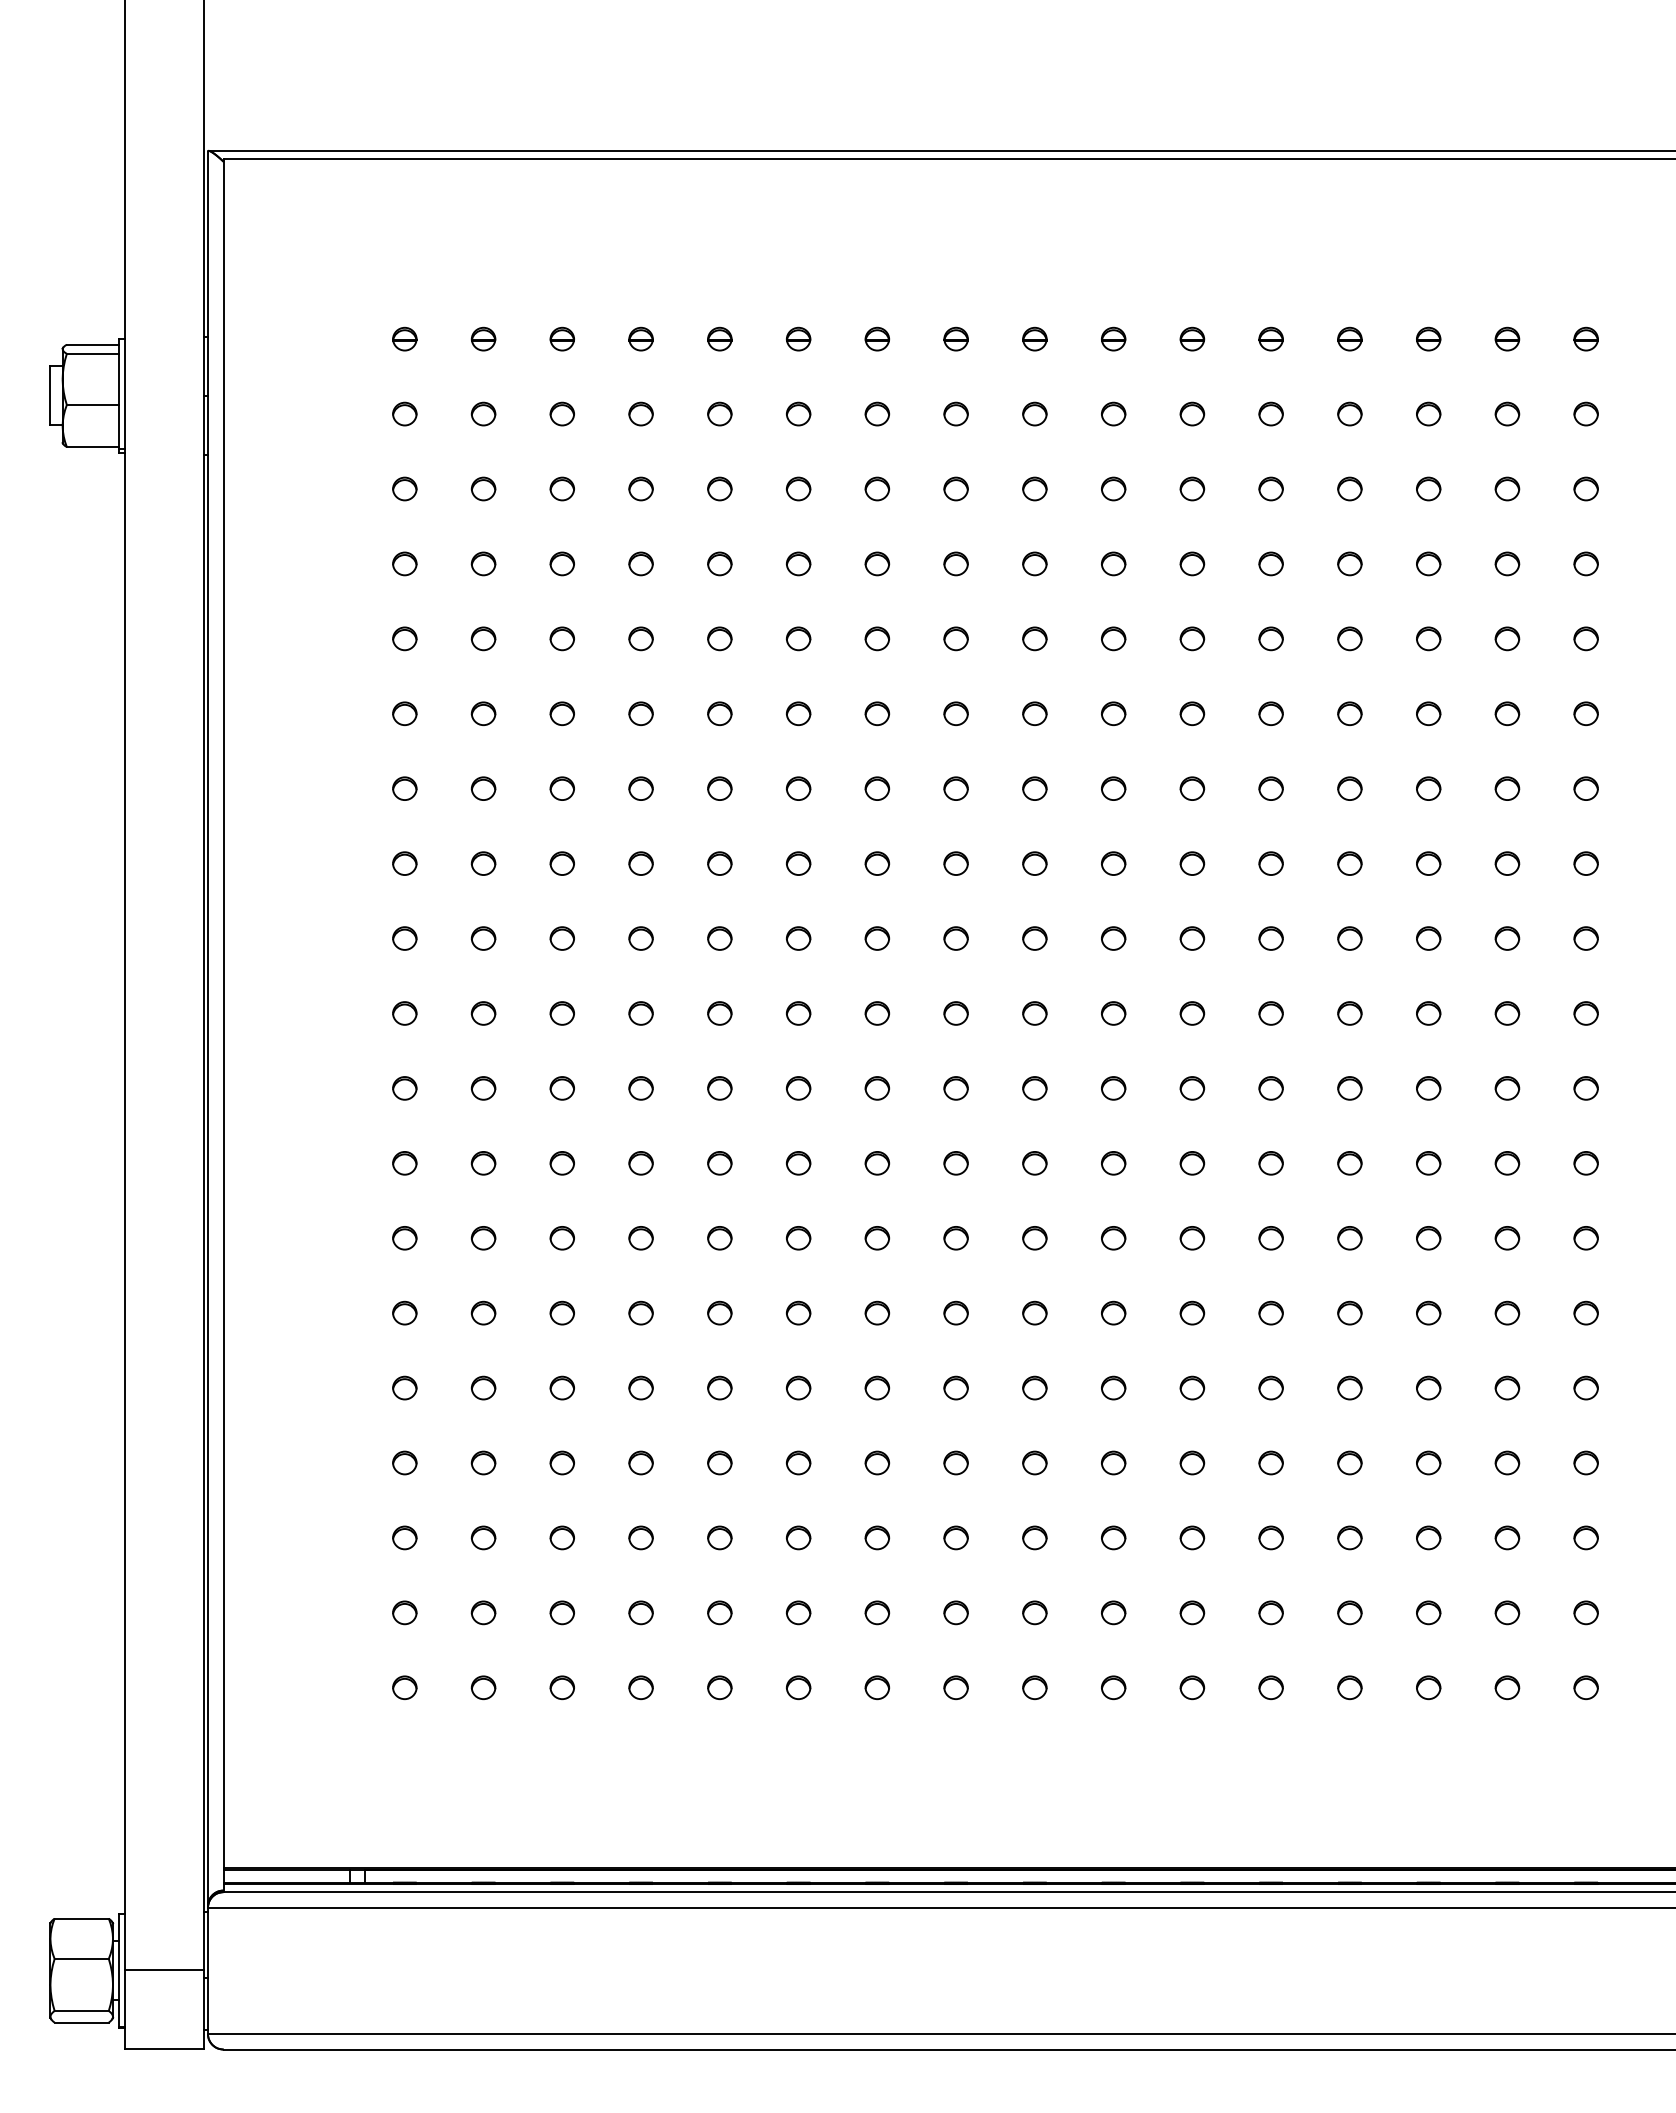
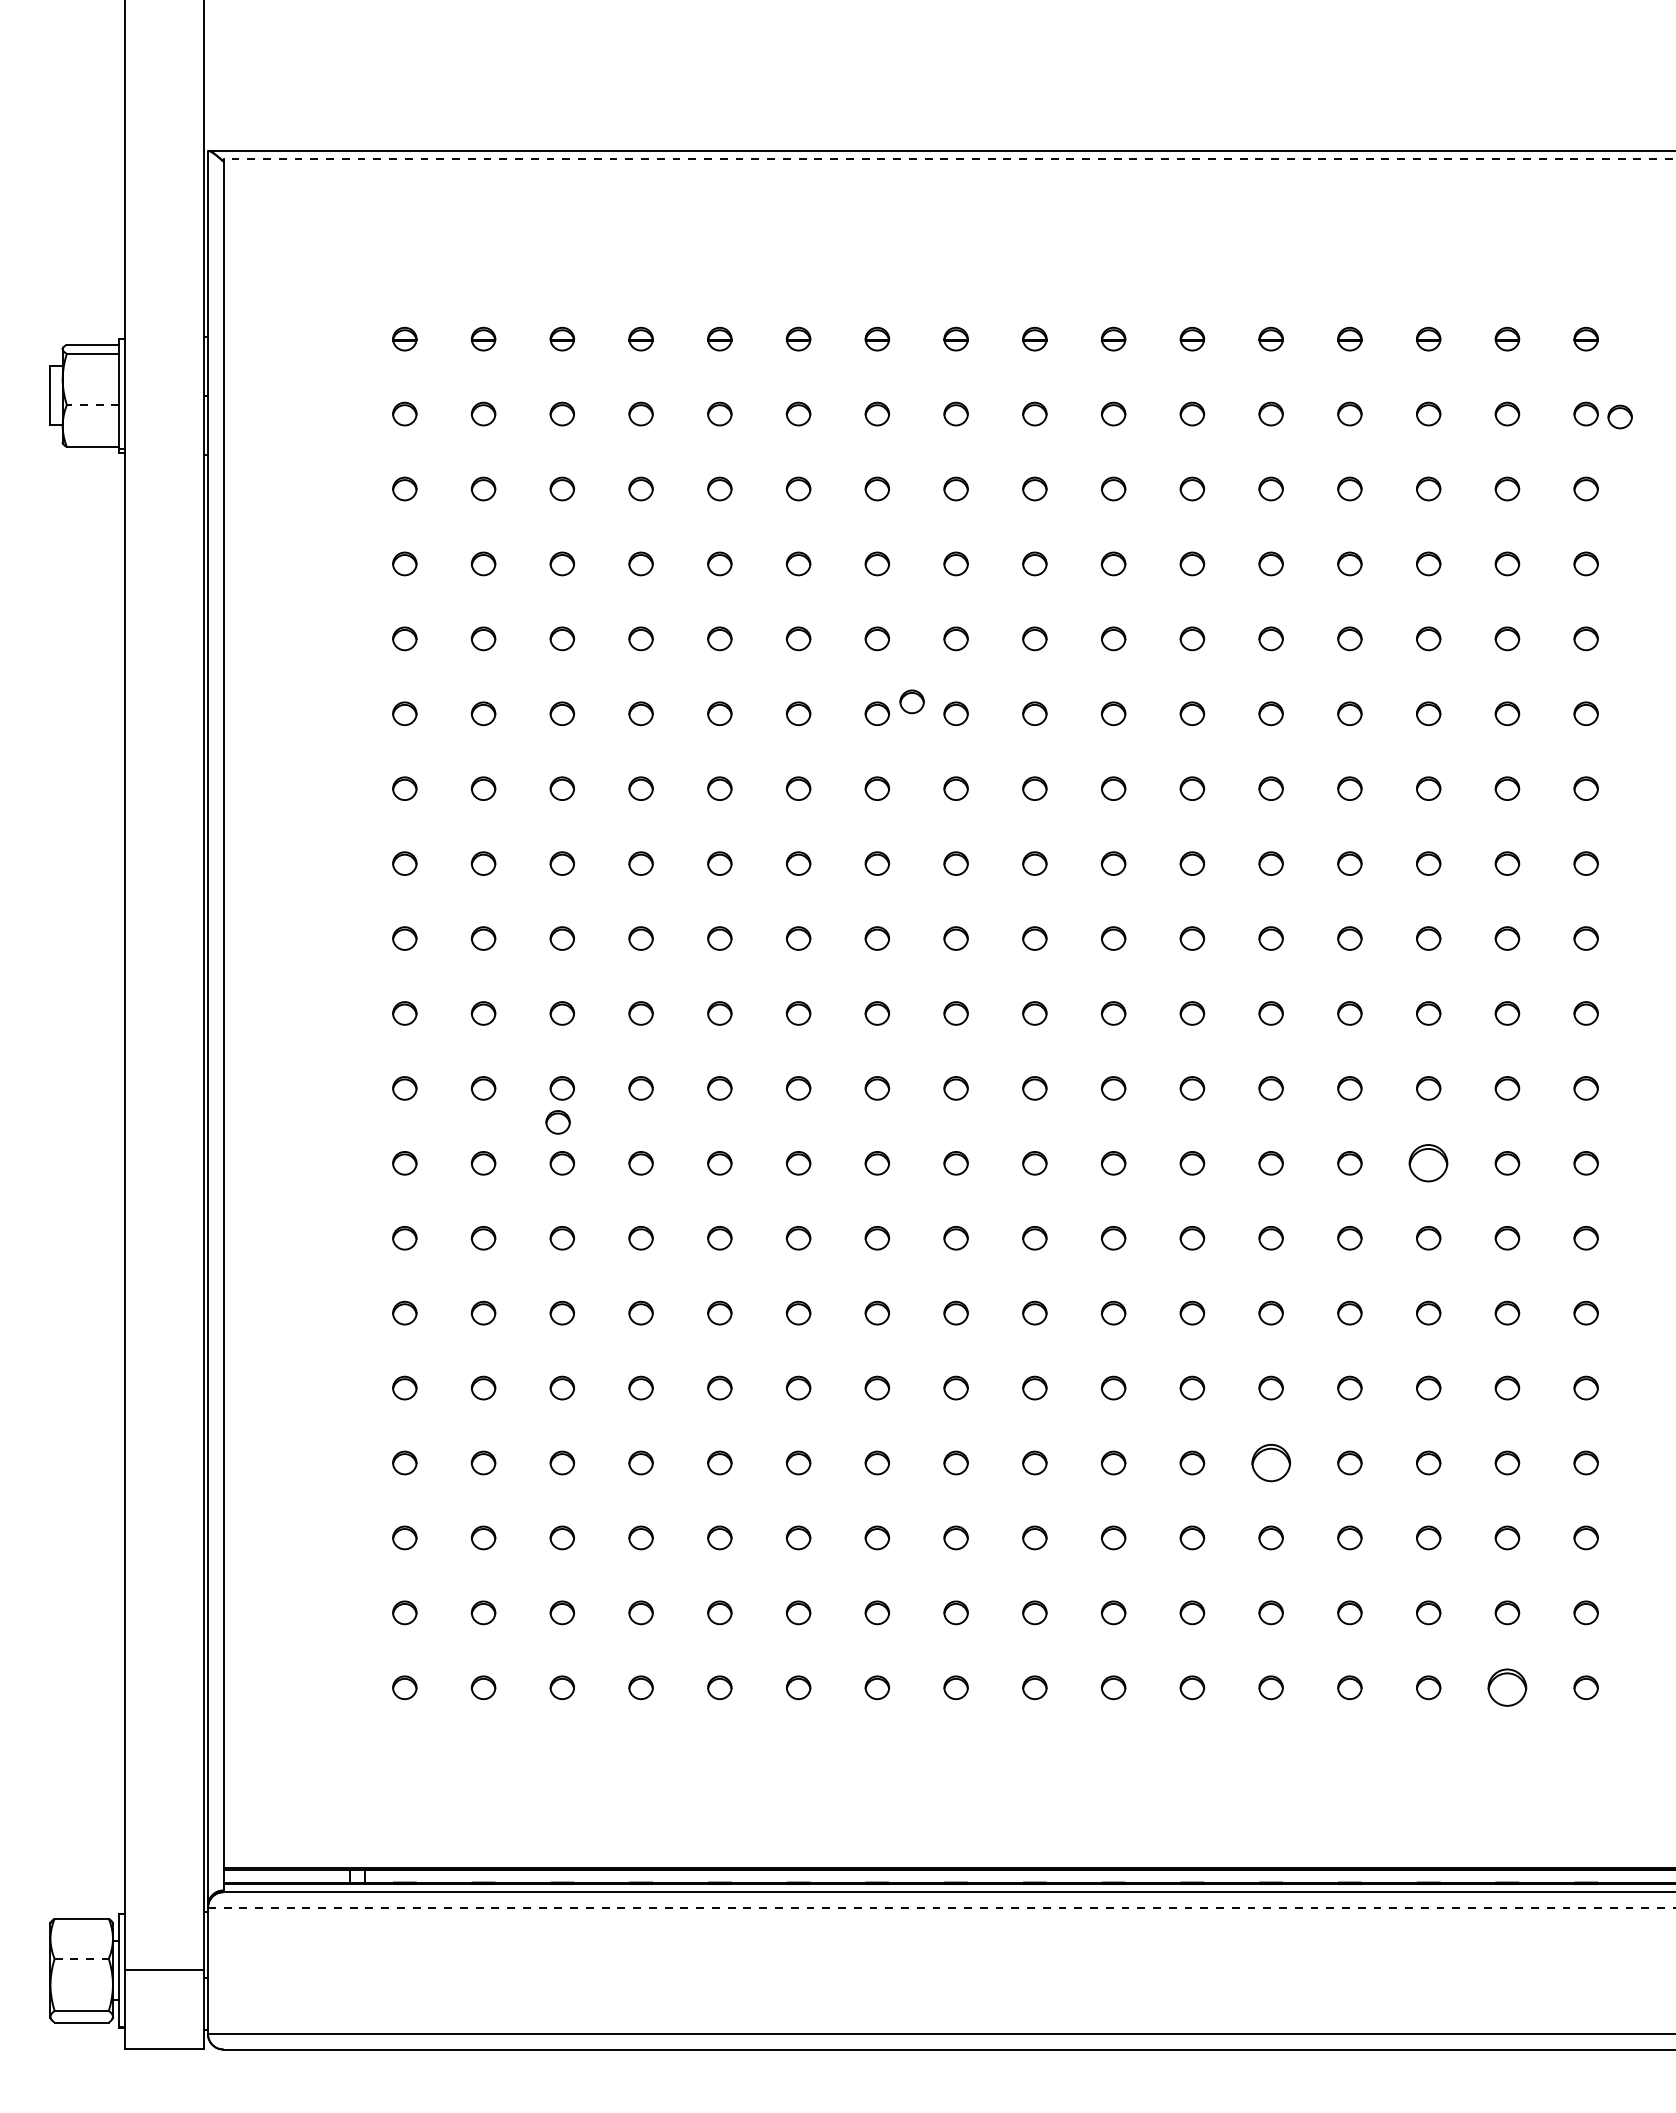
line at (949, 159): solid -> dashed
line at (92, 405): solid -> dashed
part at (1619, 416): none -> present
part at (911, 701): none -> present
part at (557, 1122): none -> present
part at (1428, 1163) size: 26x25 px -> 41x39 px
part at (1270, 1462) size: 26x26 px -> 40x39 px
part at (1507, 1687) size: 27x26 px -> 41x39 px
line at (941, 1907): solid -> dashed
line at (82, 1958): solid -> dashed
